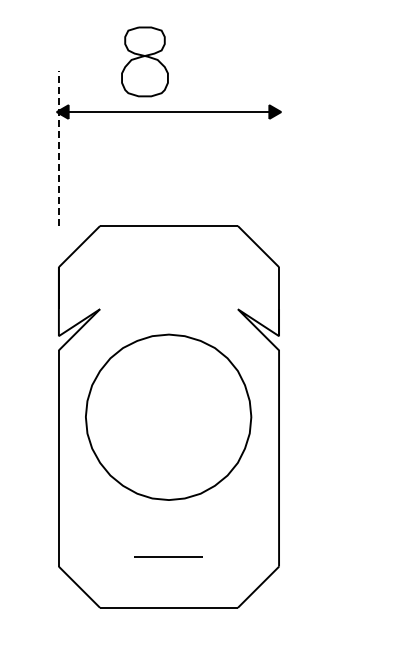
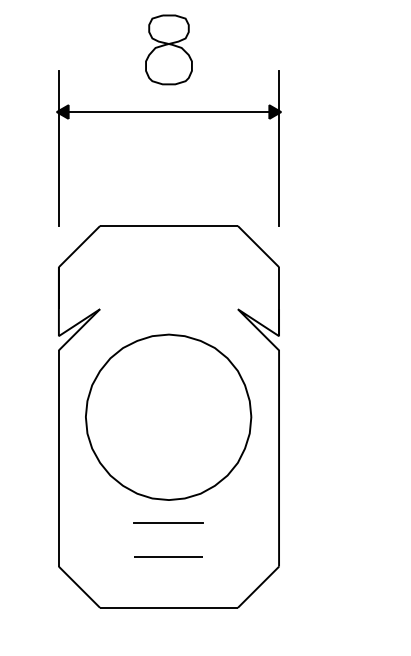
part at (144, 61) position: (144, 61) -> (168, 49)
line at (58, 148): dashed -> solid
line at (279, 148): none -> present
line at (168, 523): none -> present
